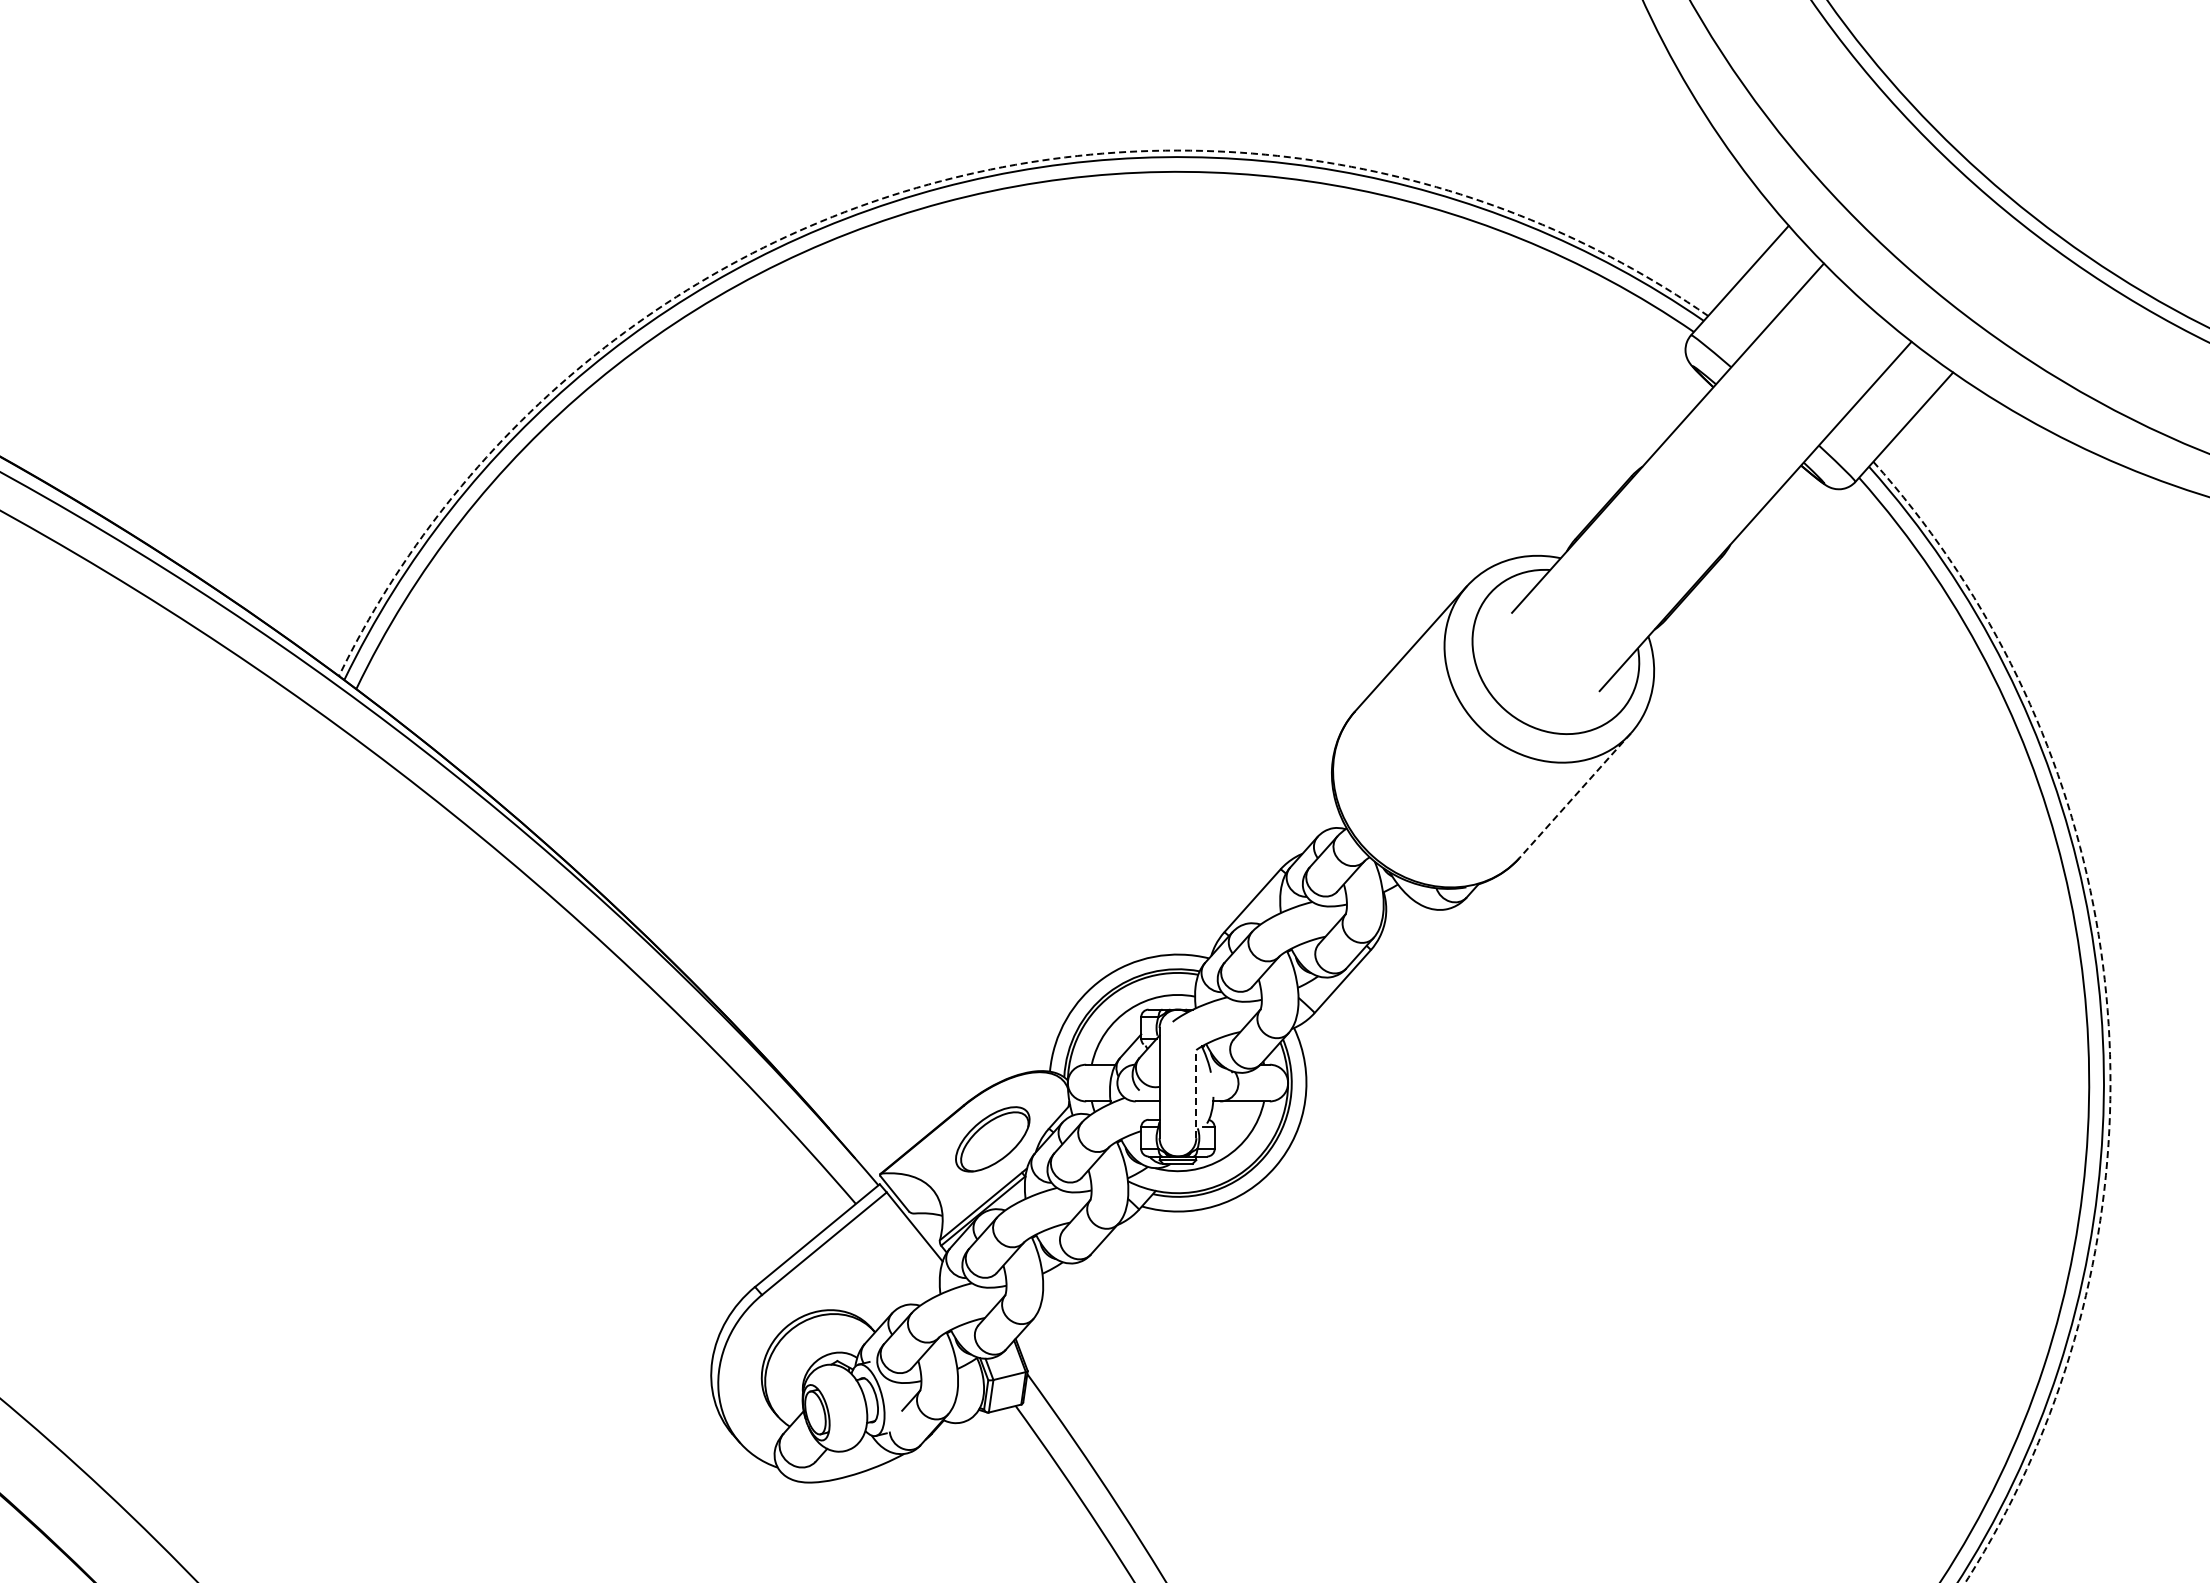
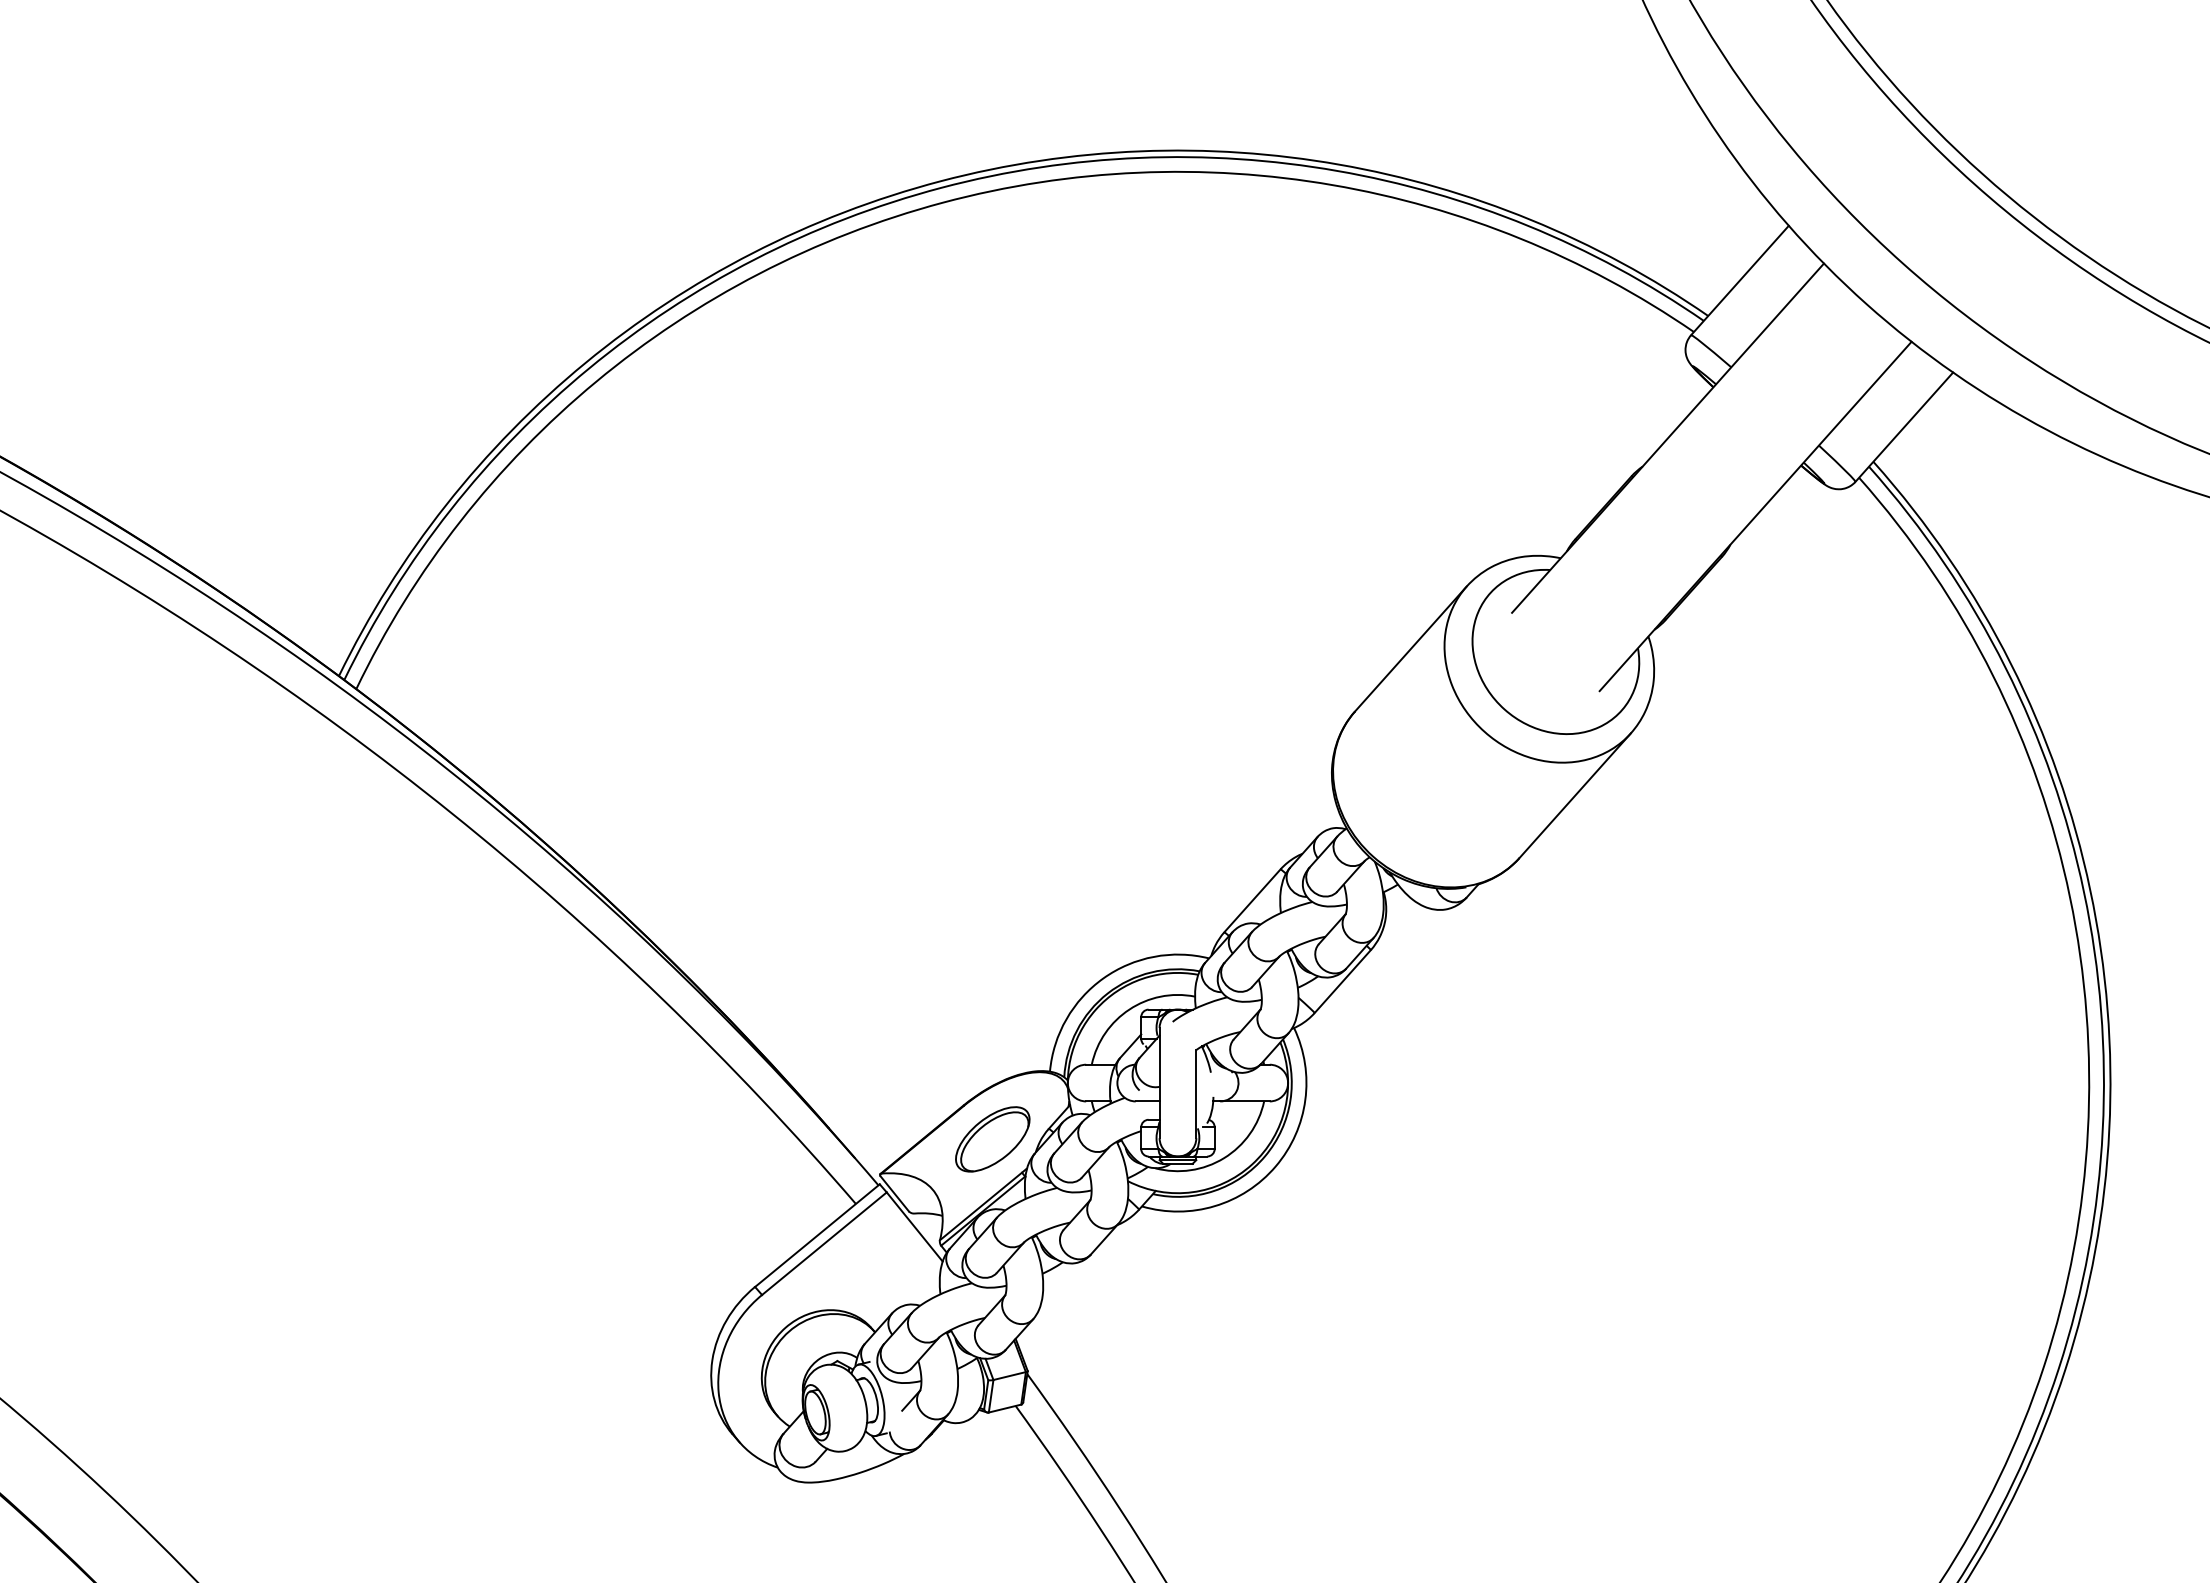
arc at (940, 181): dashed -> solid
line at (1575, 795): dashed -> solid
arc at (2107, 1005): dashed -> solid
line at (1196, 1093): dashed -> solid
